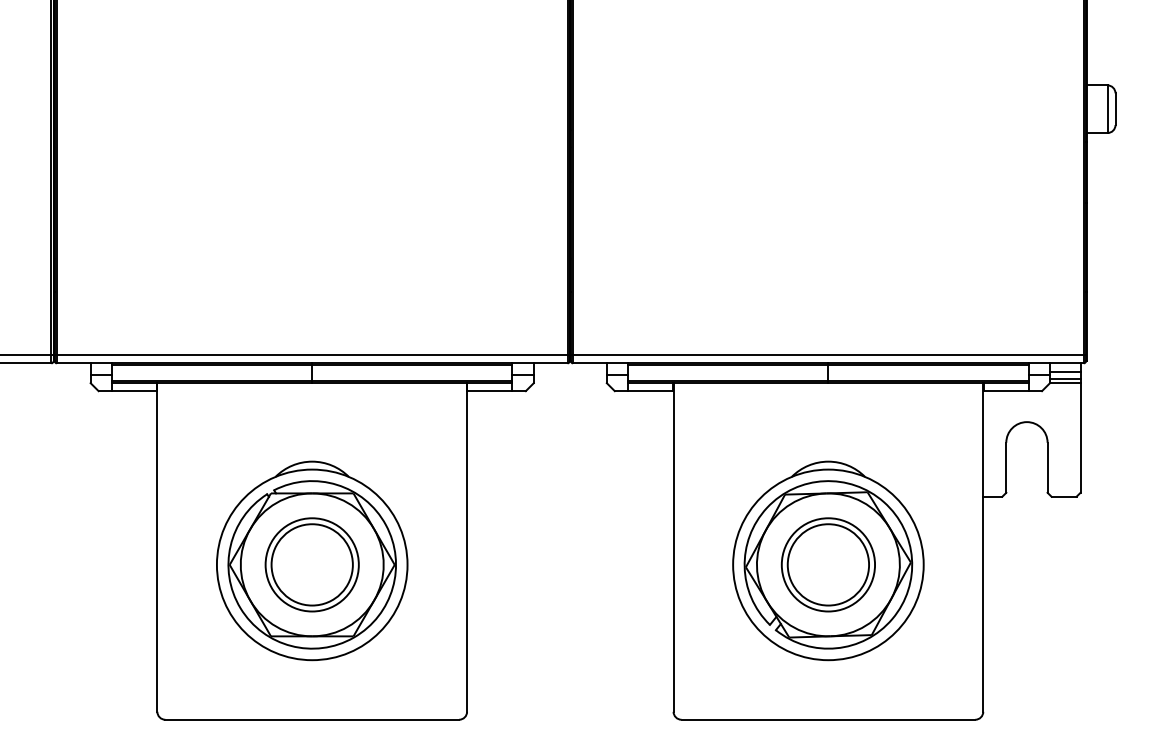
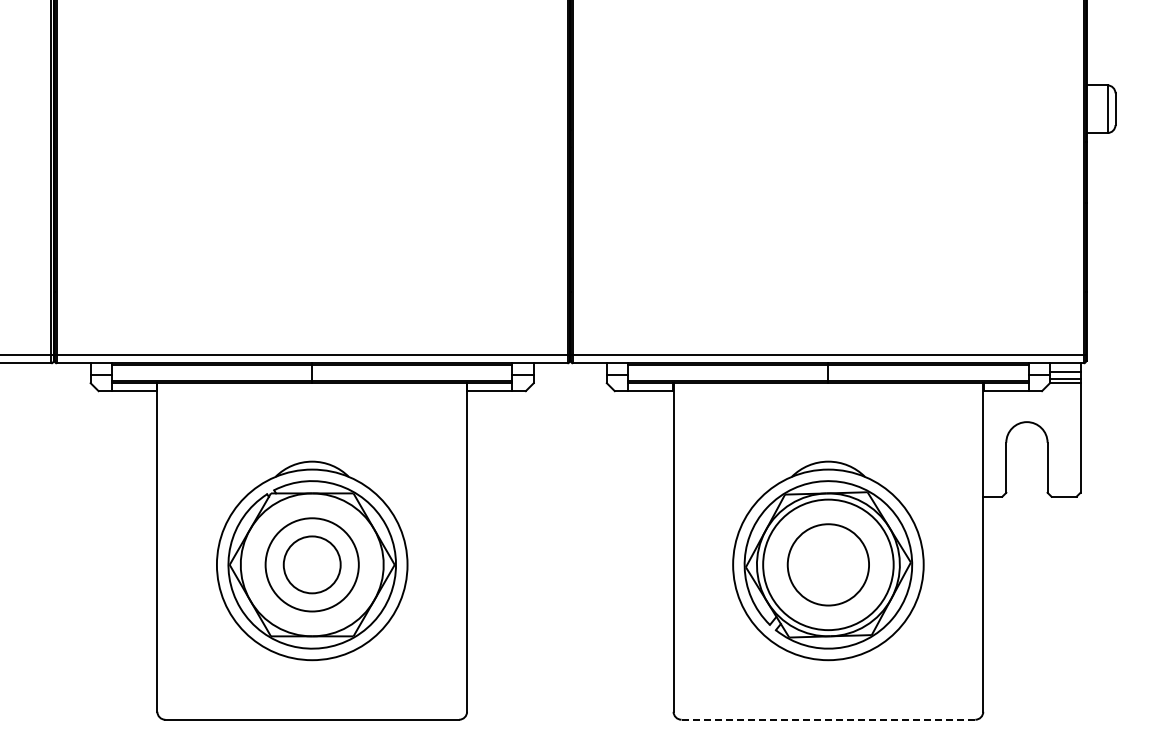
circle at (311, 564) diameter: 81 px -> 57 px
circle at (828, 564) diameter: 93 px -> 131 px
line at (828, 719): solid -> dashed
